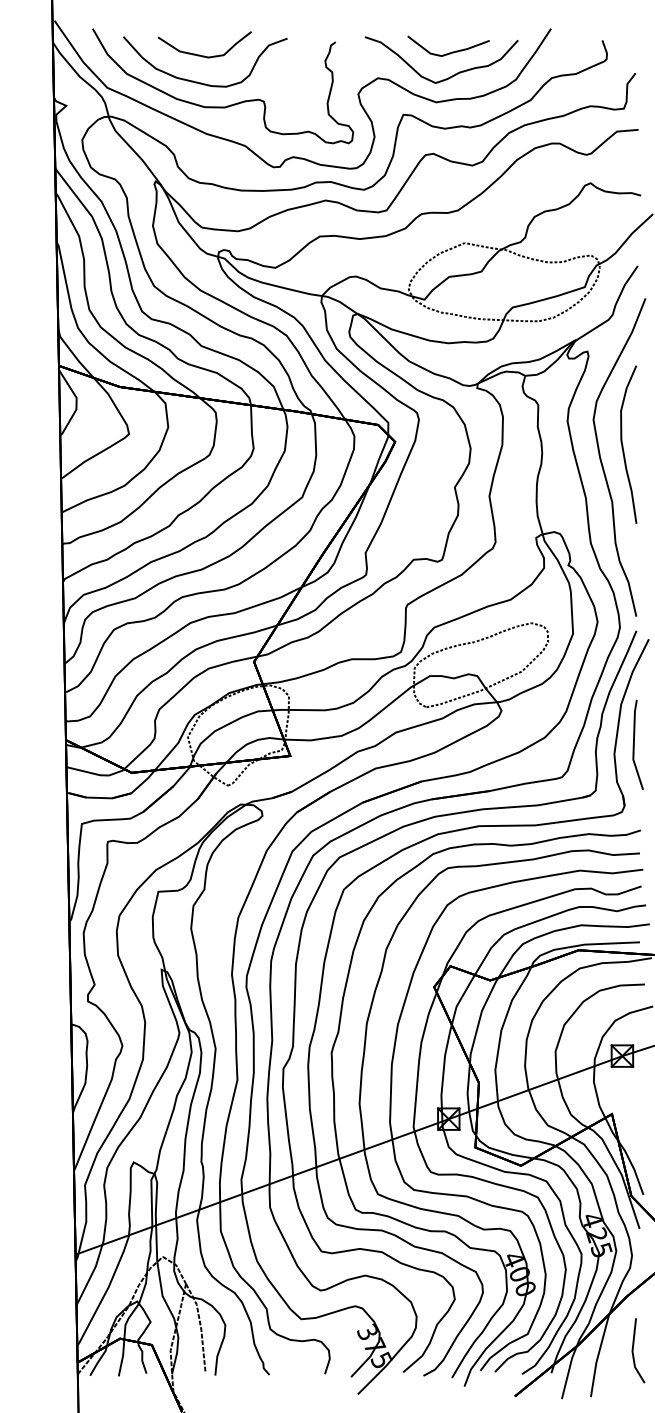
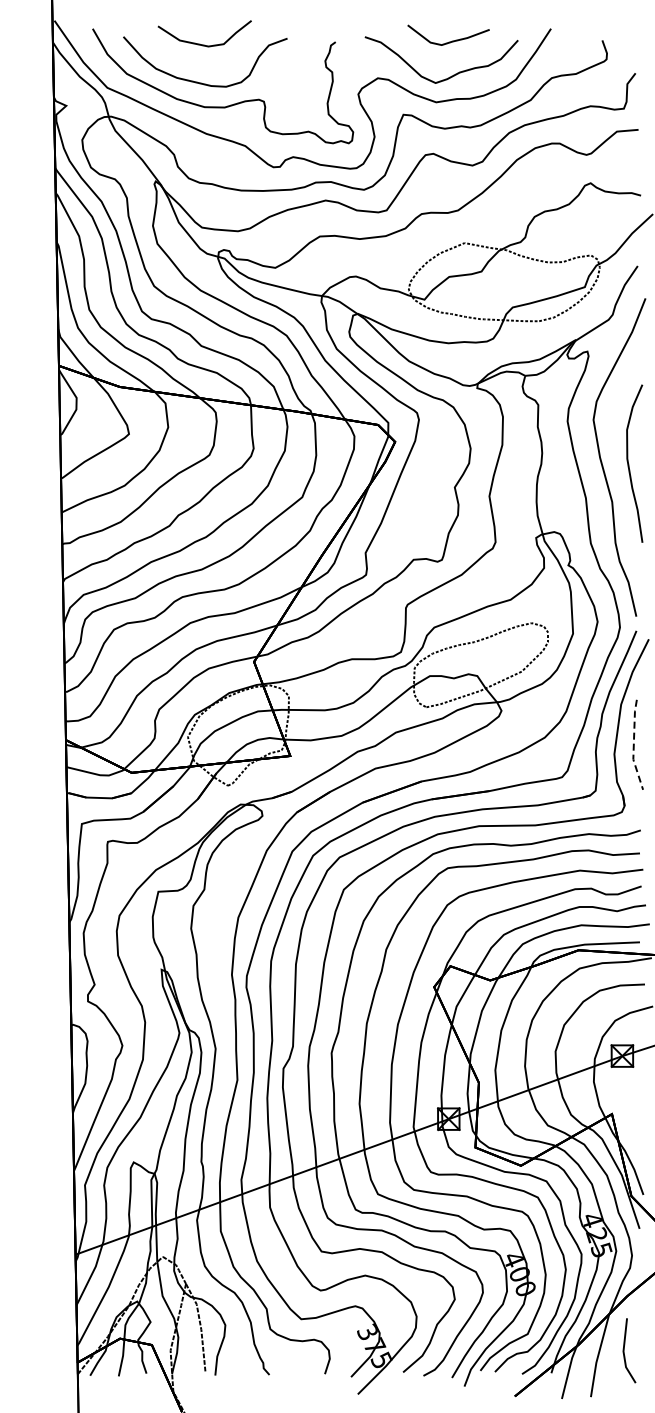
curve at (449, 52) position: (449, 52) -> (449, 41)
curve at (200, 54) position: (200, 54) -> (200, 43)
curve at (623, 445) position: (623, 445) -> (629, 464)
line at (633, 745): solid -> dashed
line at (633, 1350) position: (633, 1350) -> (624, 1350)
